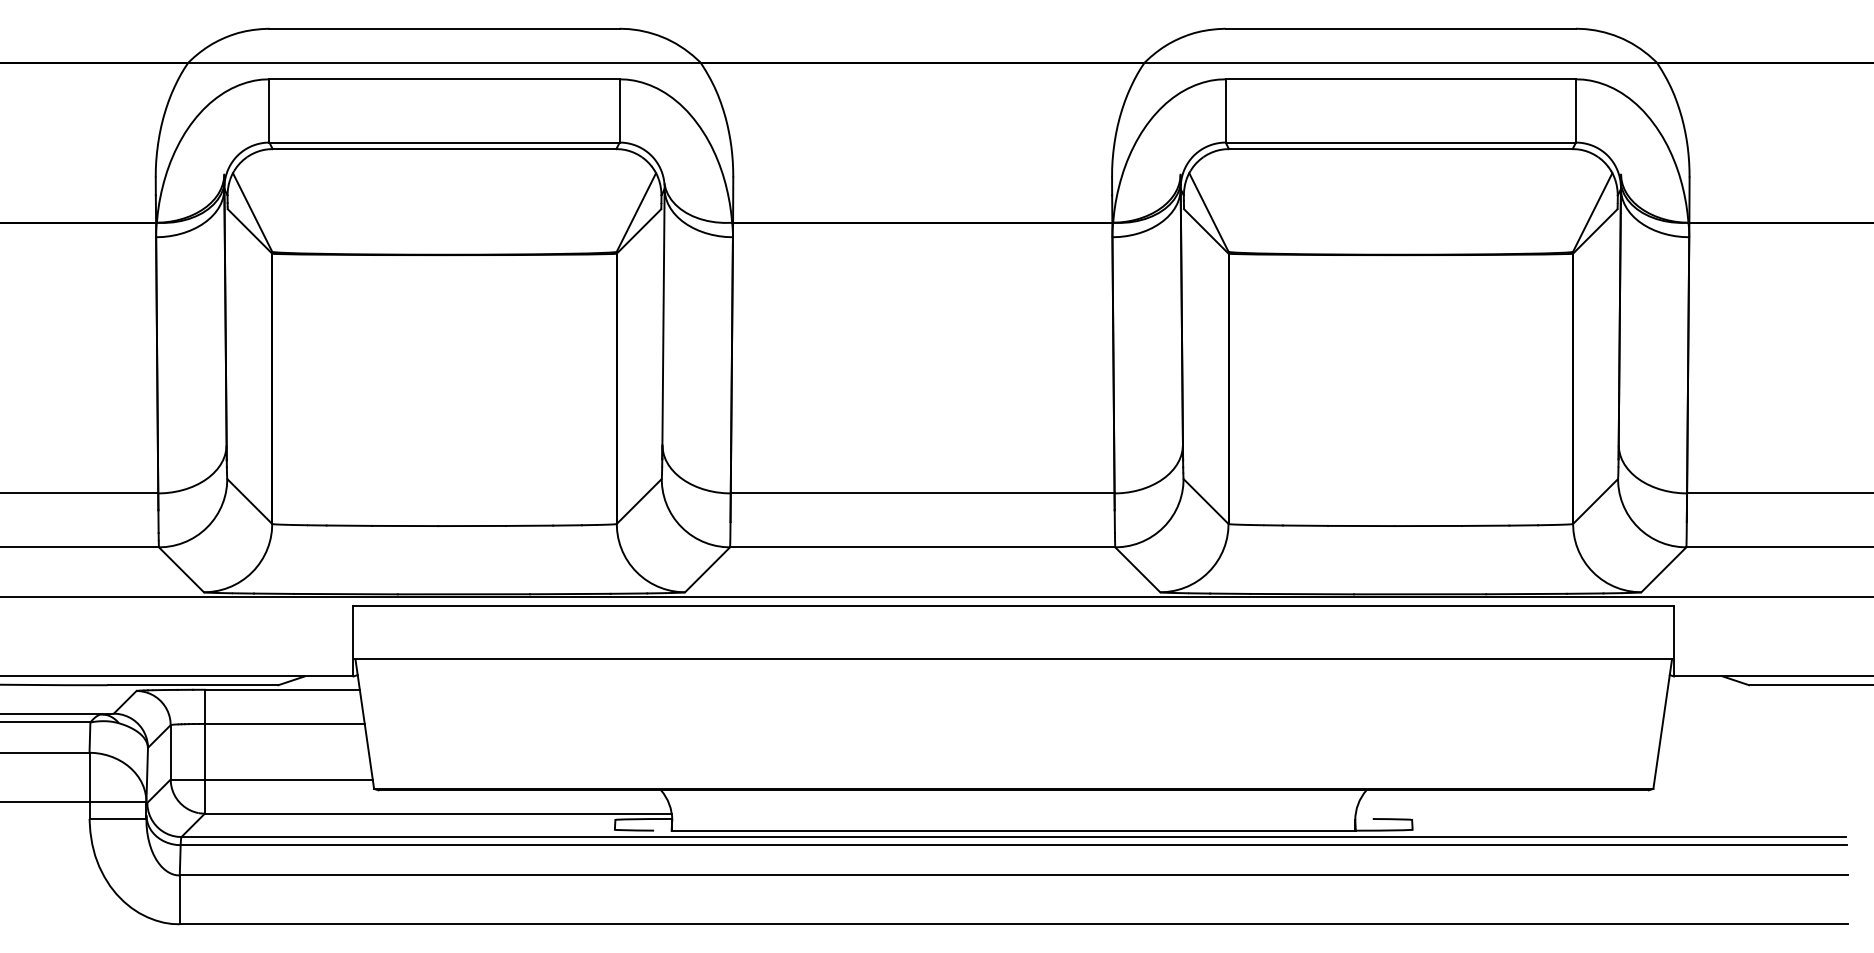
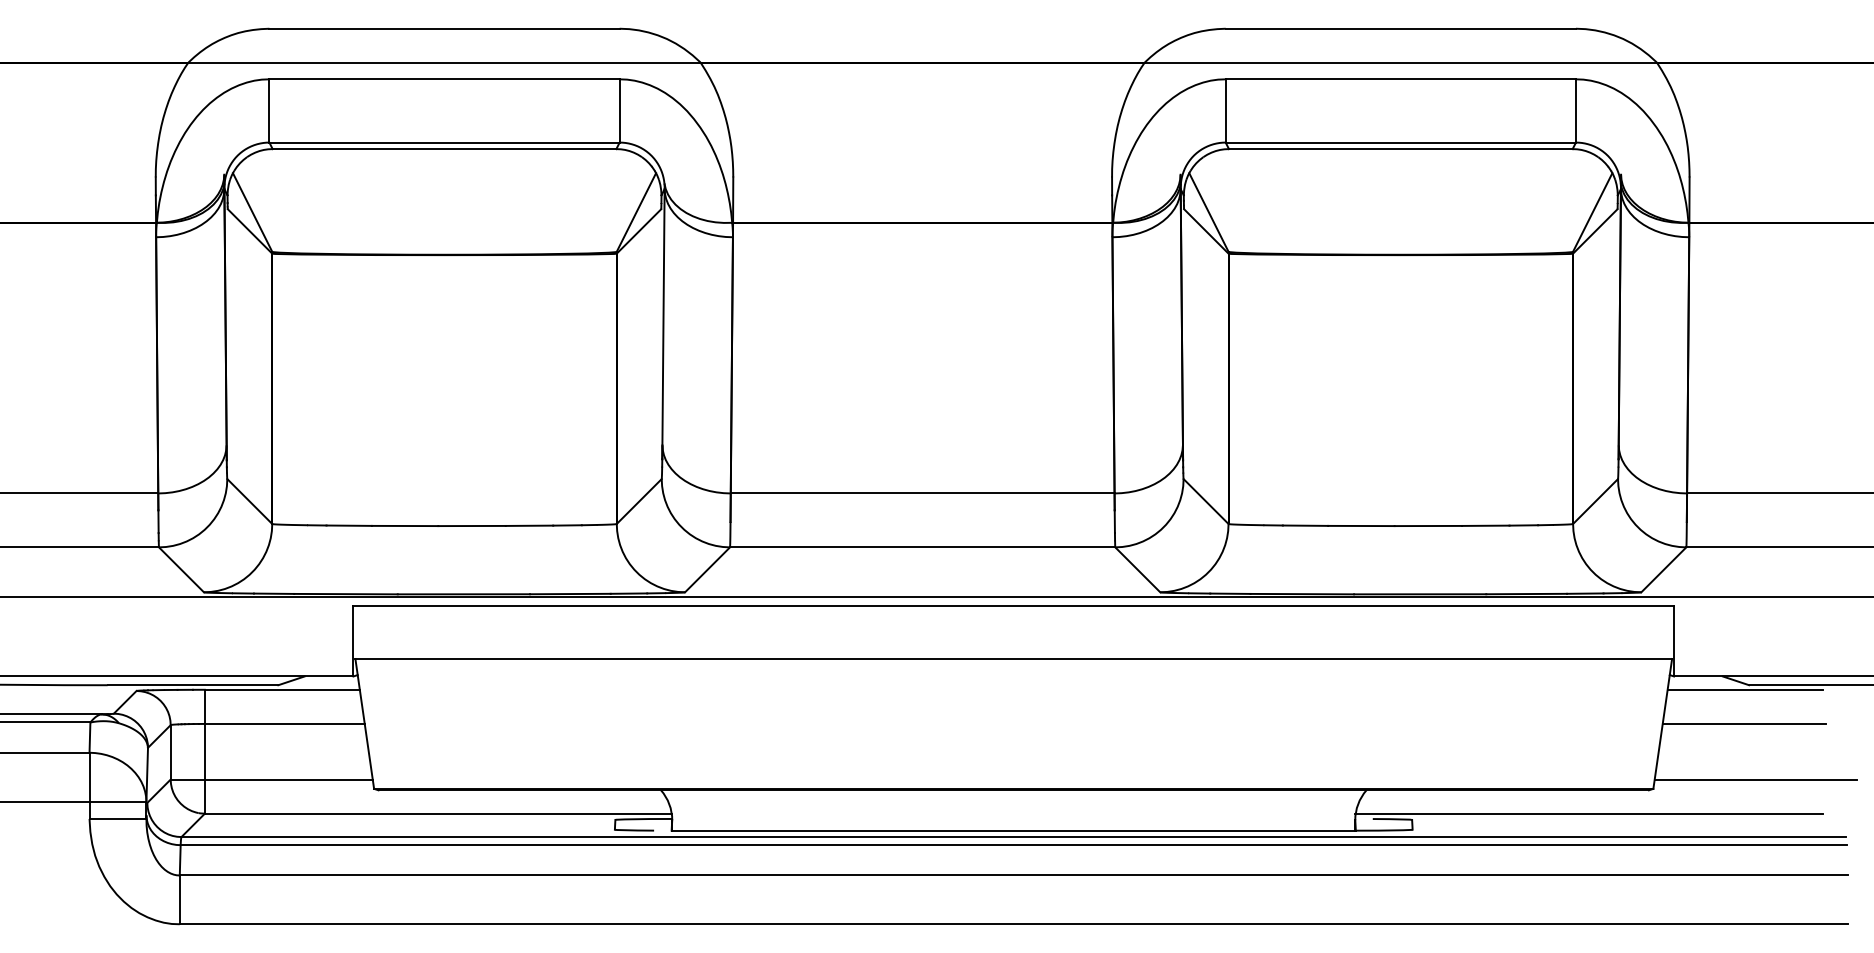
line at (1744, 689): none -> present
line at (1744, 723): none -> present
line at (1755, 779): none -> present
line at (1588, 813): none -> present
